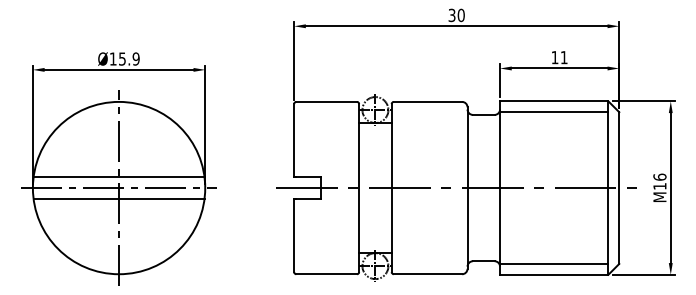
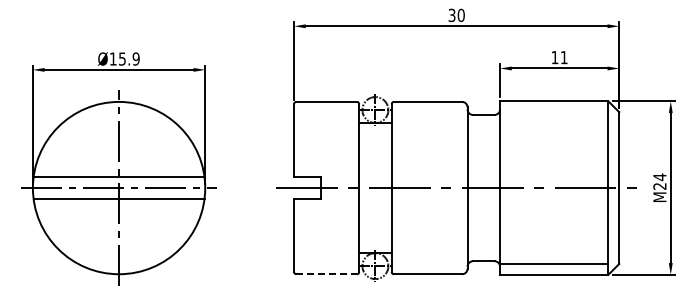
line at (554, 112): present -> none
text at (659, 181): M16 -> M24
line at (327, 274): solid -> dashed
